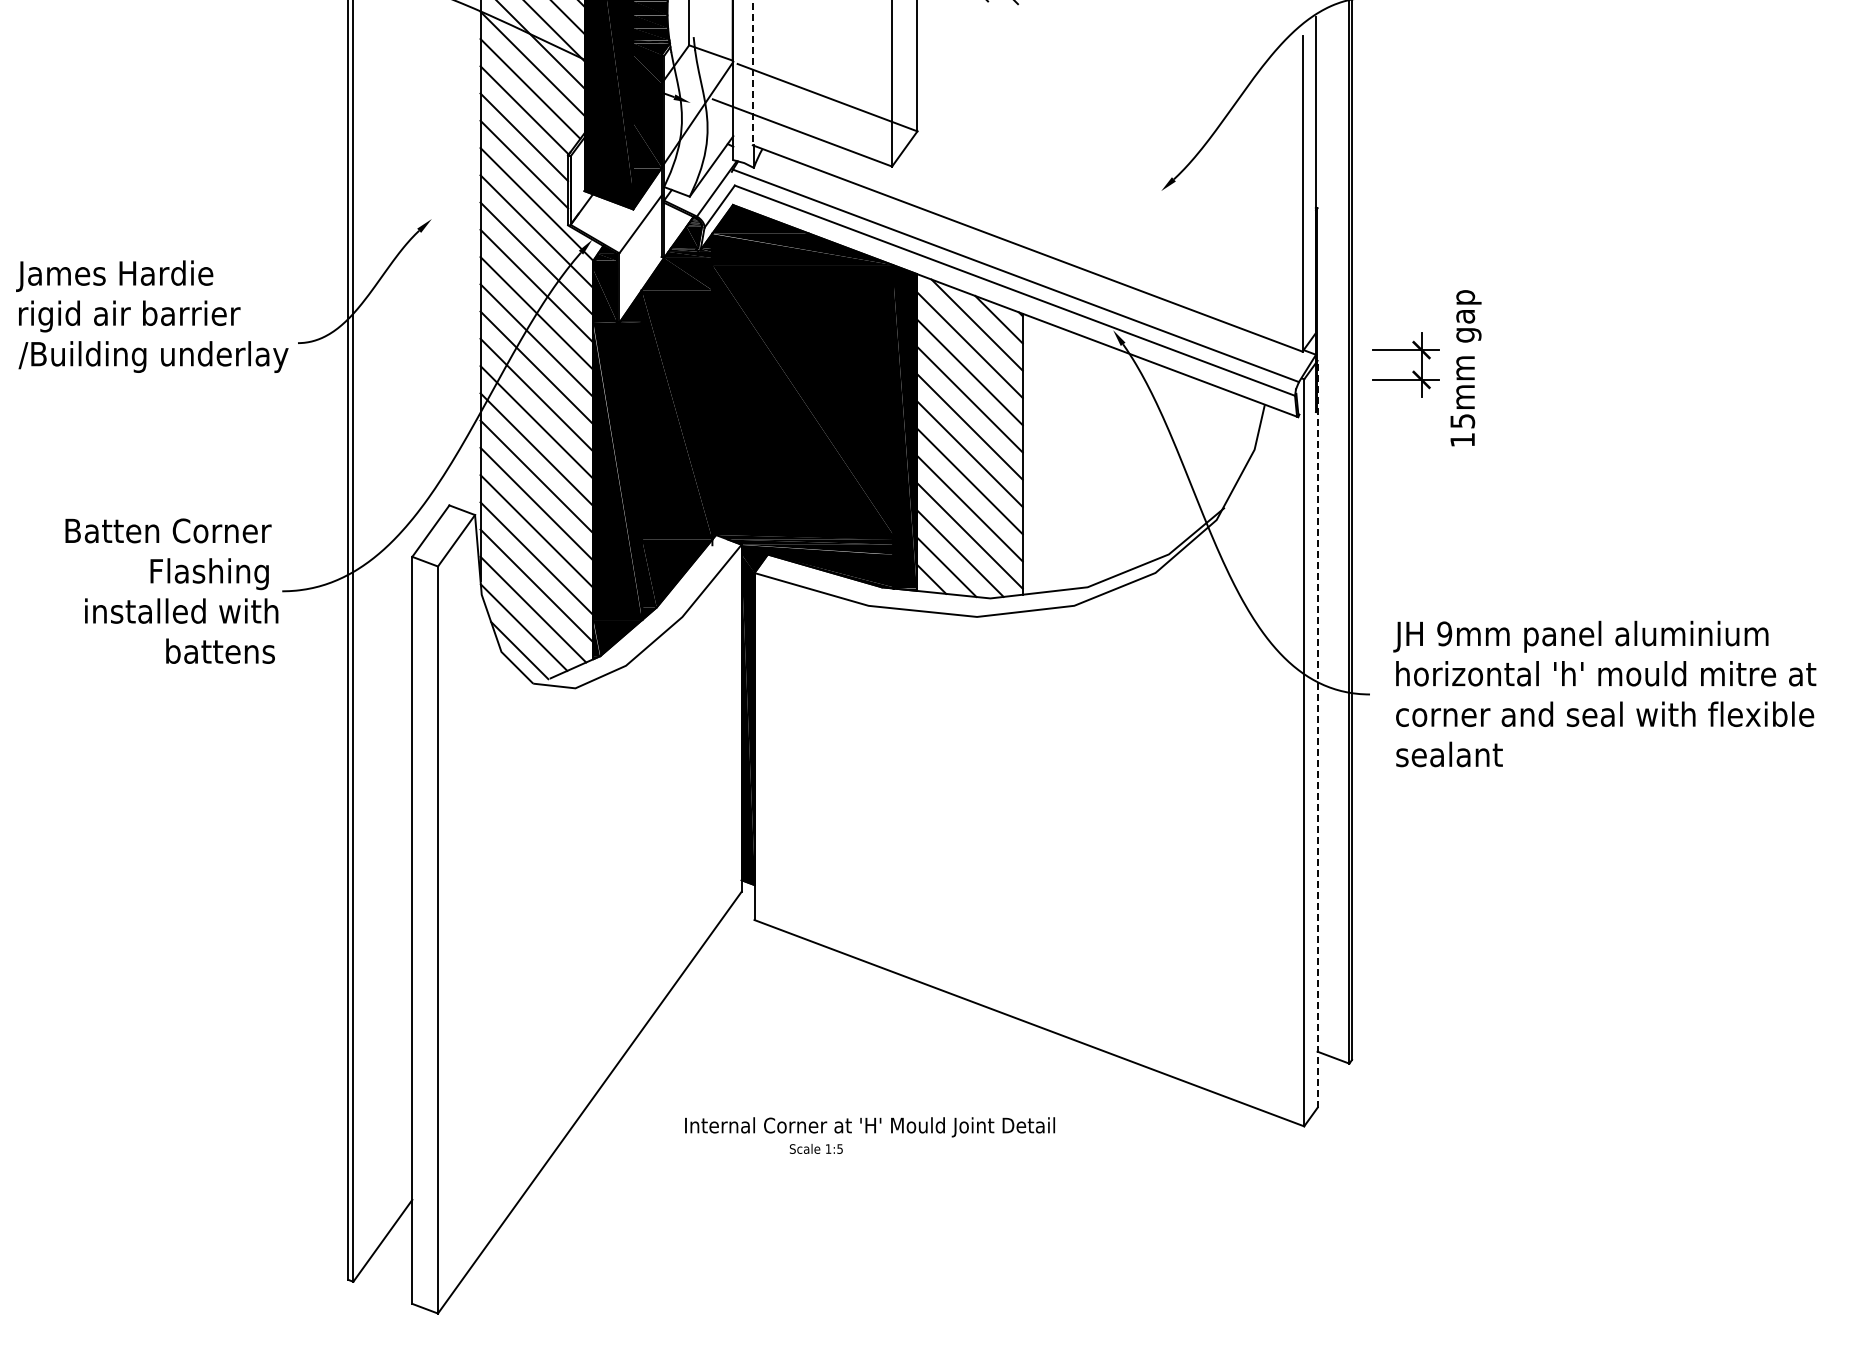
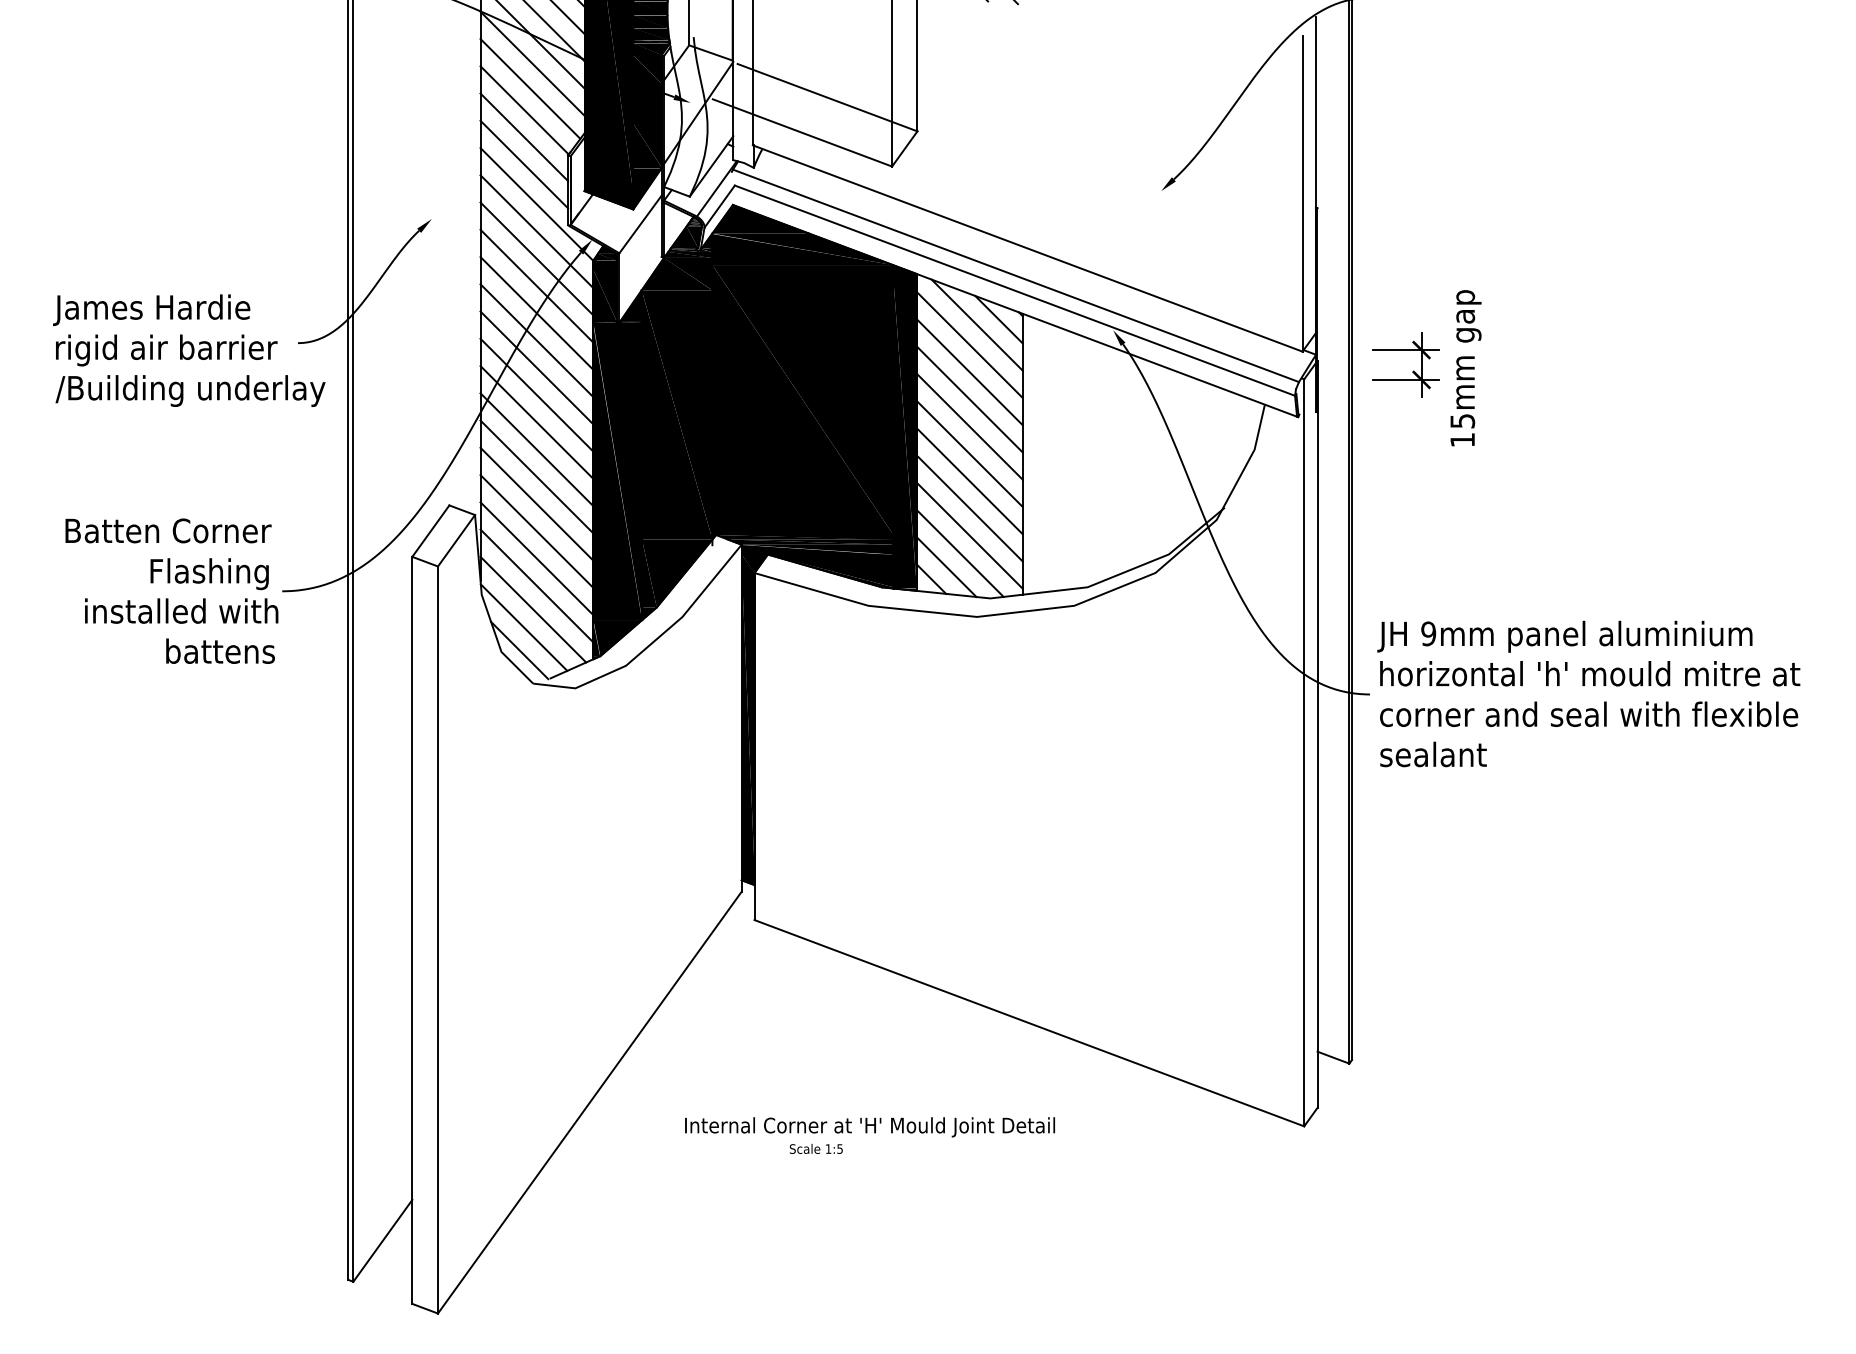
line at (752, 73): dashed -> solid
text at (152, 316) position: (152, 316) -> (189, 350)
text at (1604, 693) position: (1604, 693) -> (1588, 693)
line at (1317, 734): dashed -> solid
